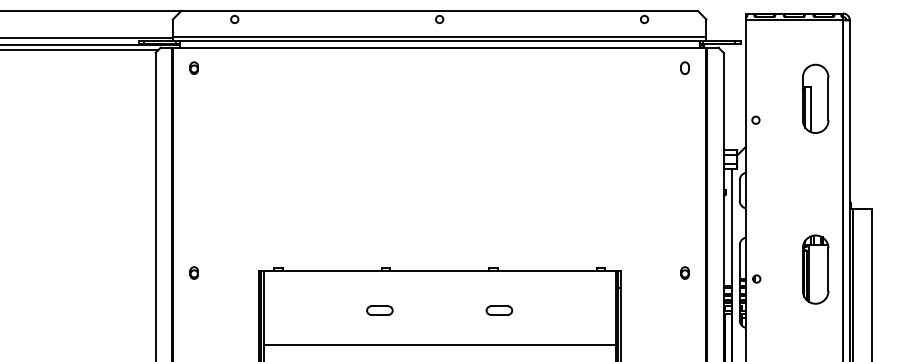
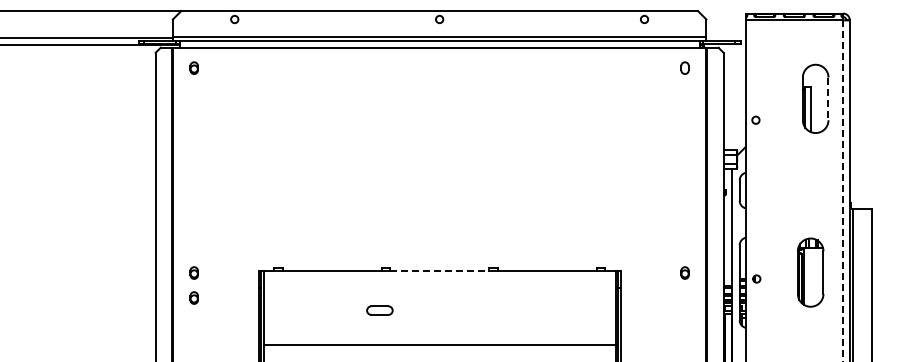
line at (80, 50): present -> none
line at (828, 99): solid -> dashed
line at (843, 191): solid -> dashed
part at (815, 269) position: (815, 269) -> (810, 272)
line at (439, 271): solid -> dashed
part at (193, 297): none -> present
part at (499, 310): present -> none
